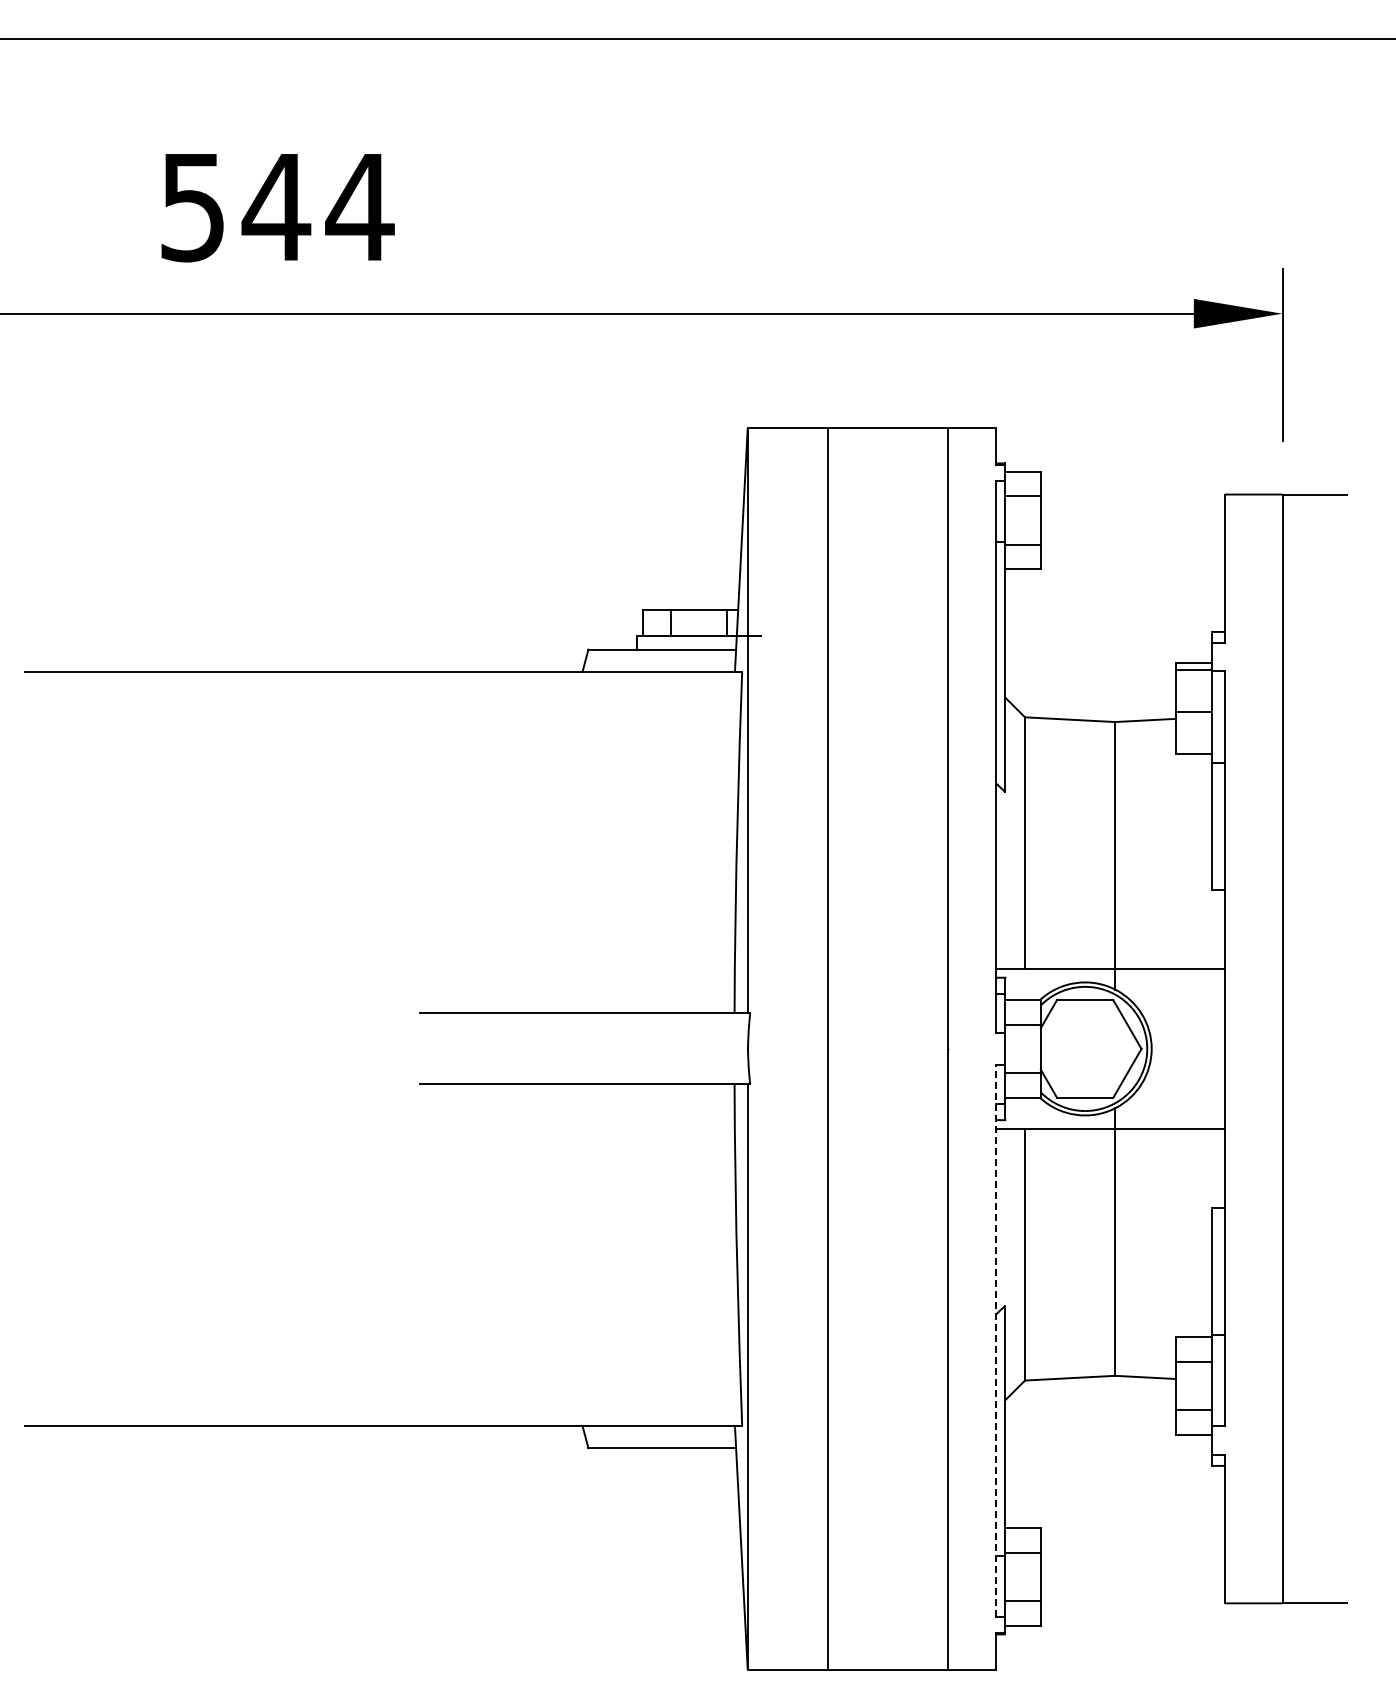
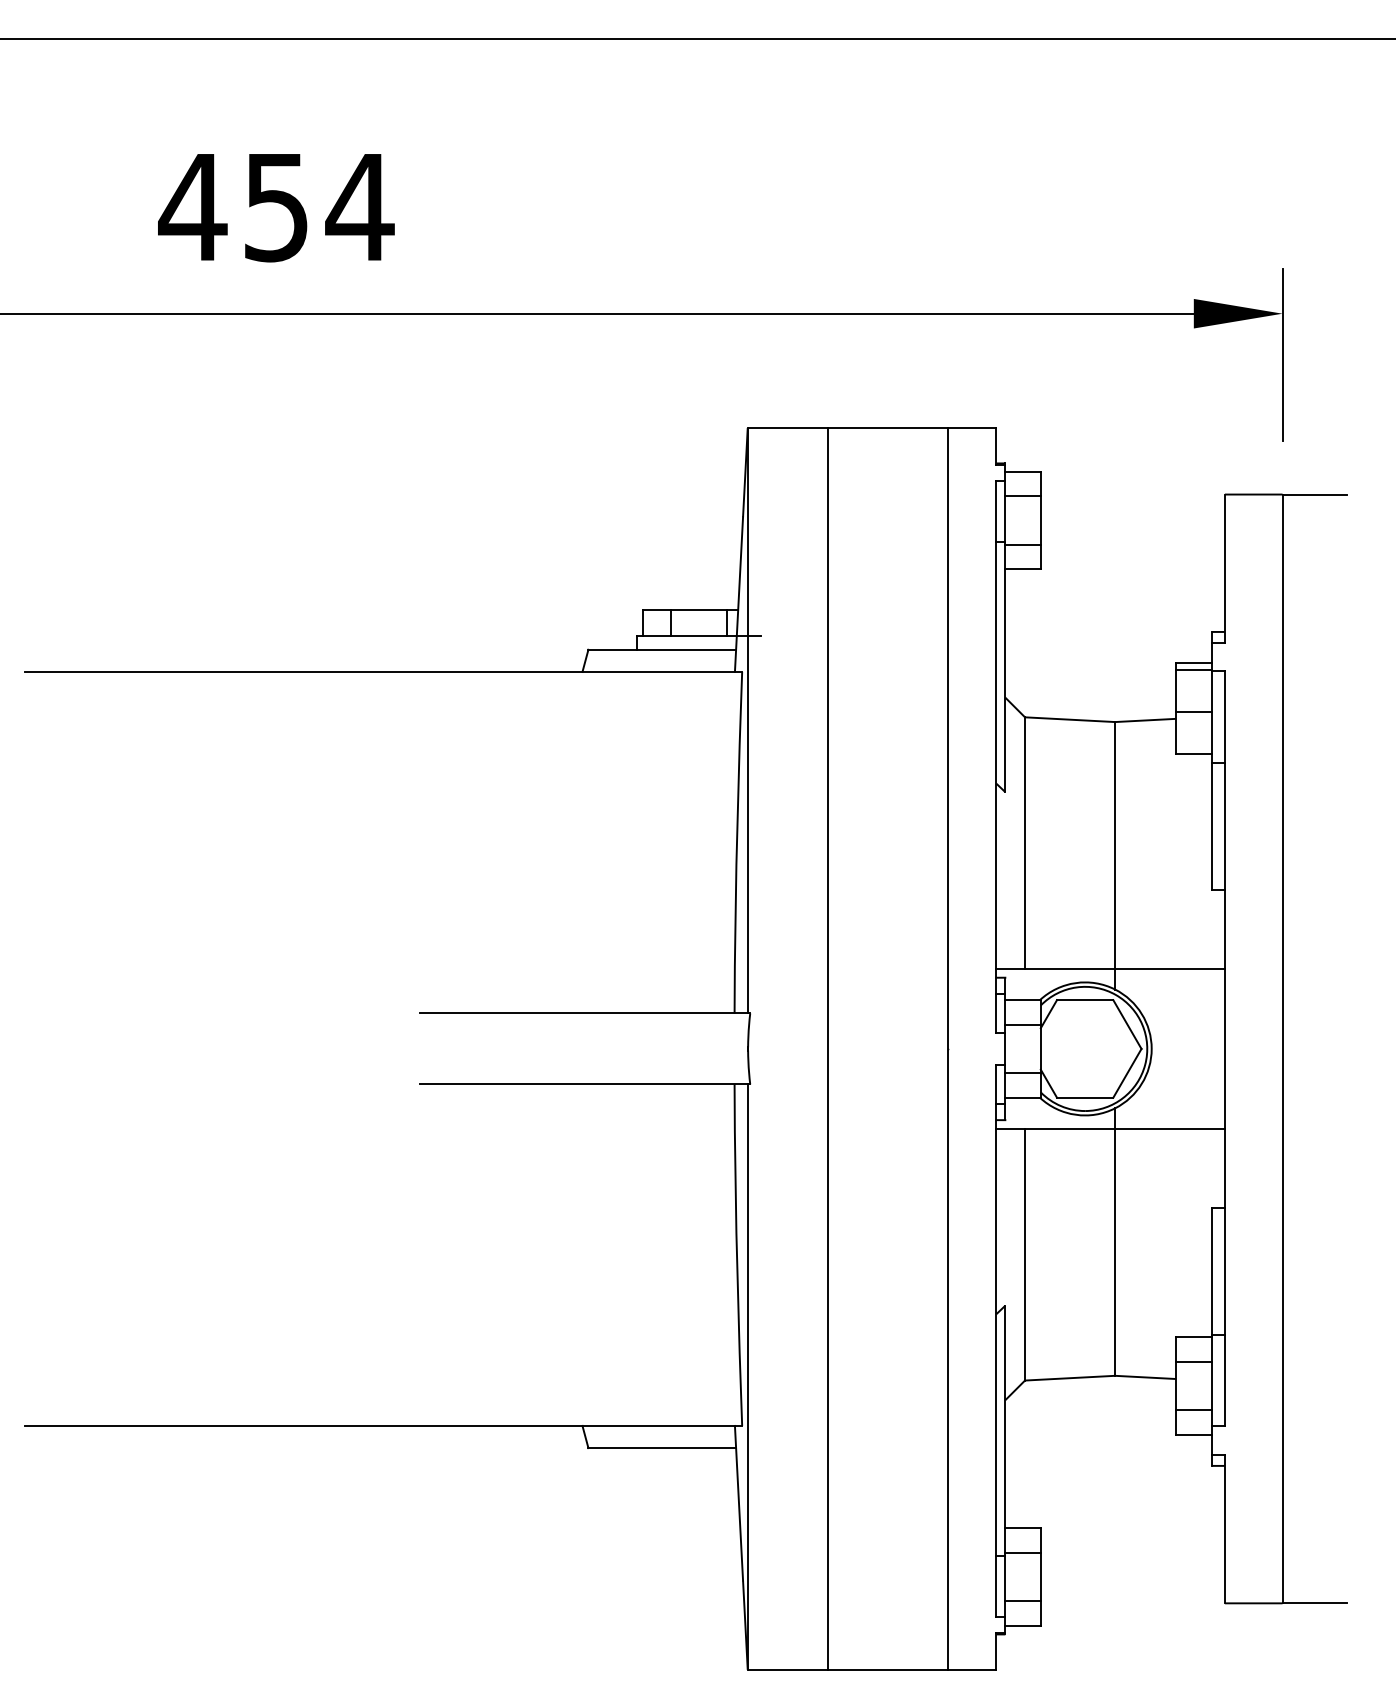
text at (234, 208): 544 -> 454
line at (996, 1340): dashed -> solid
